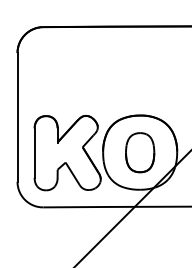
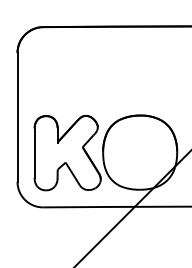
part at (140, 152): present -> none
